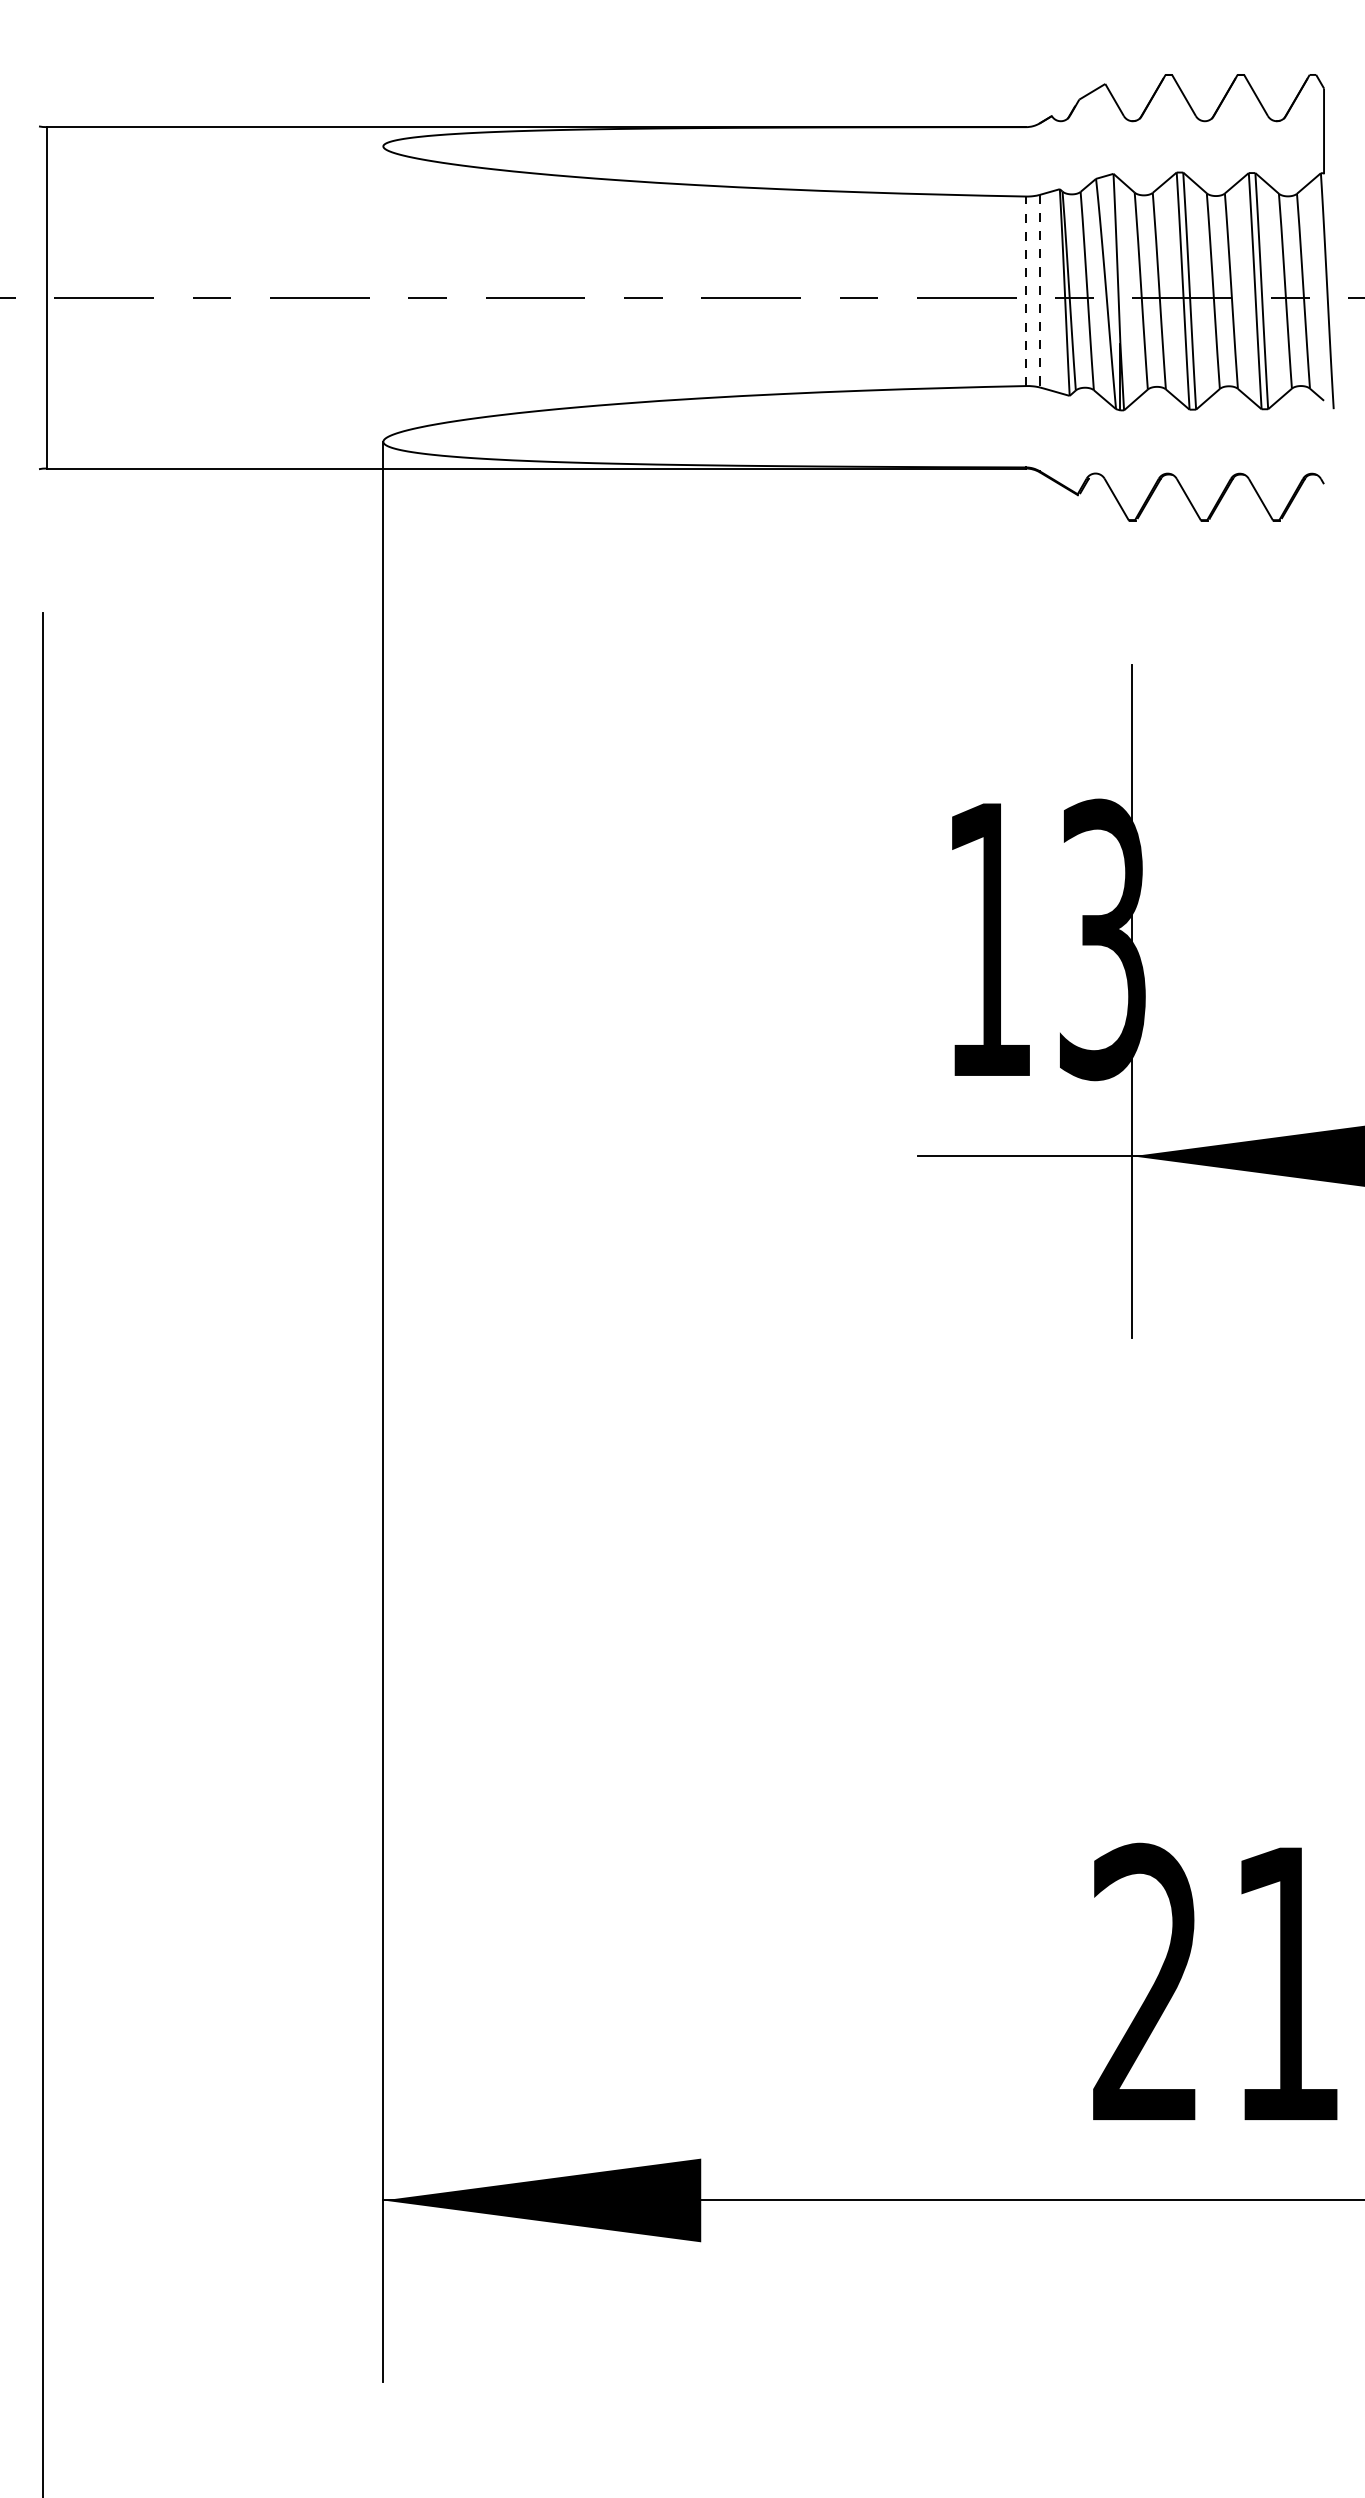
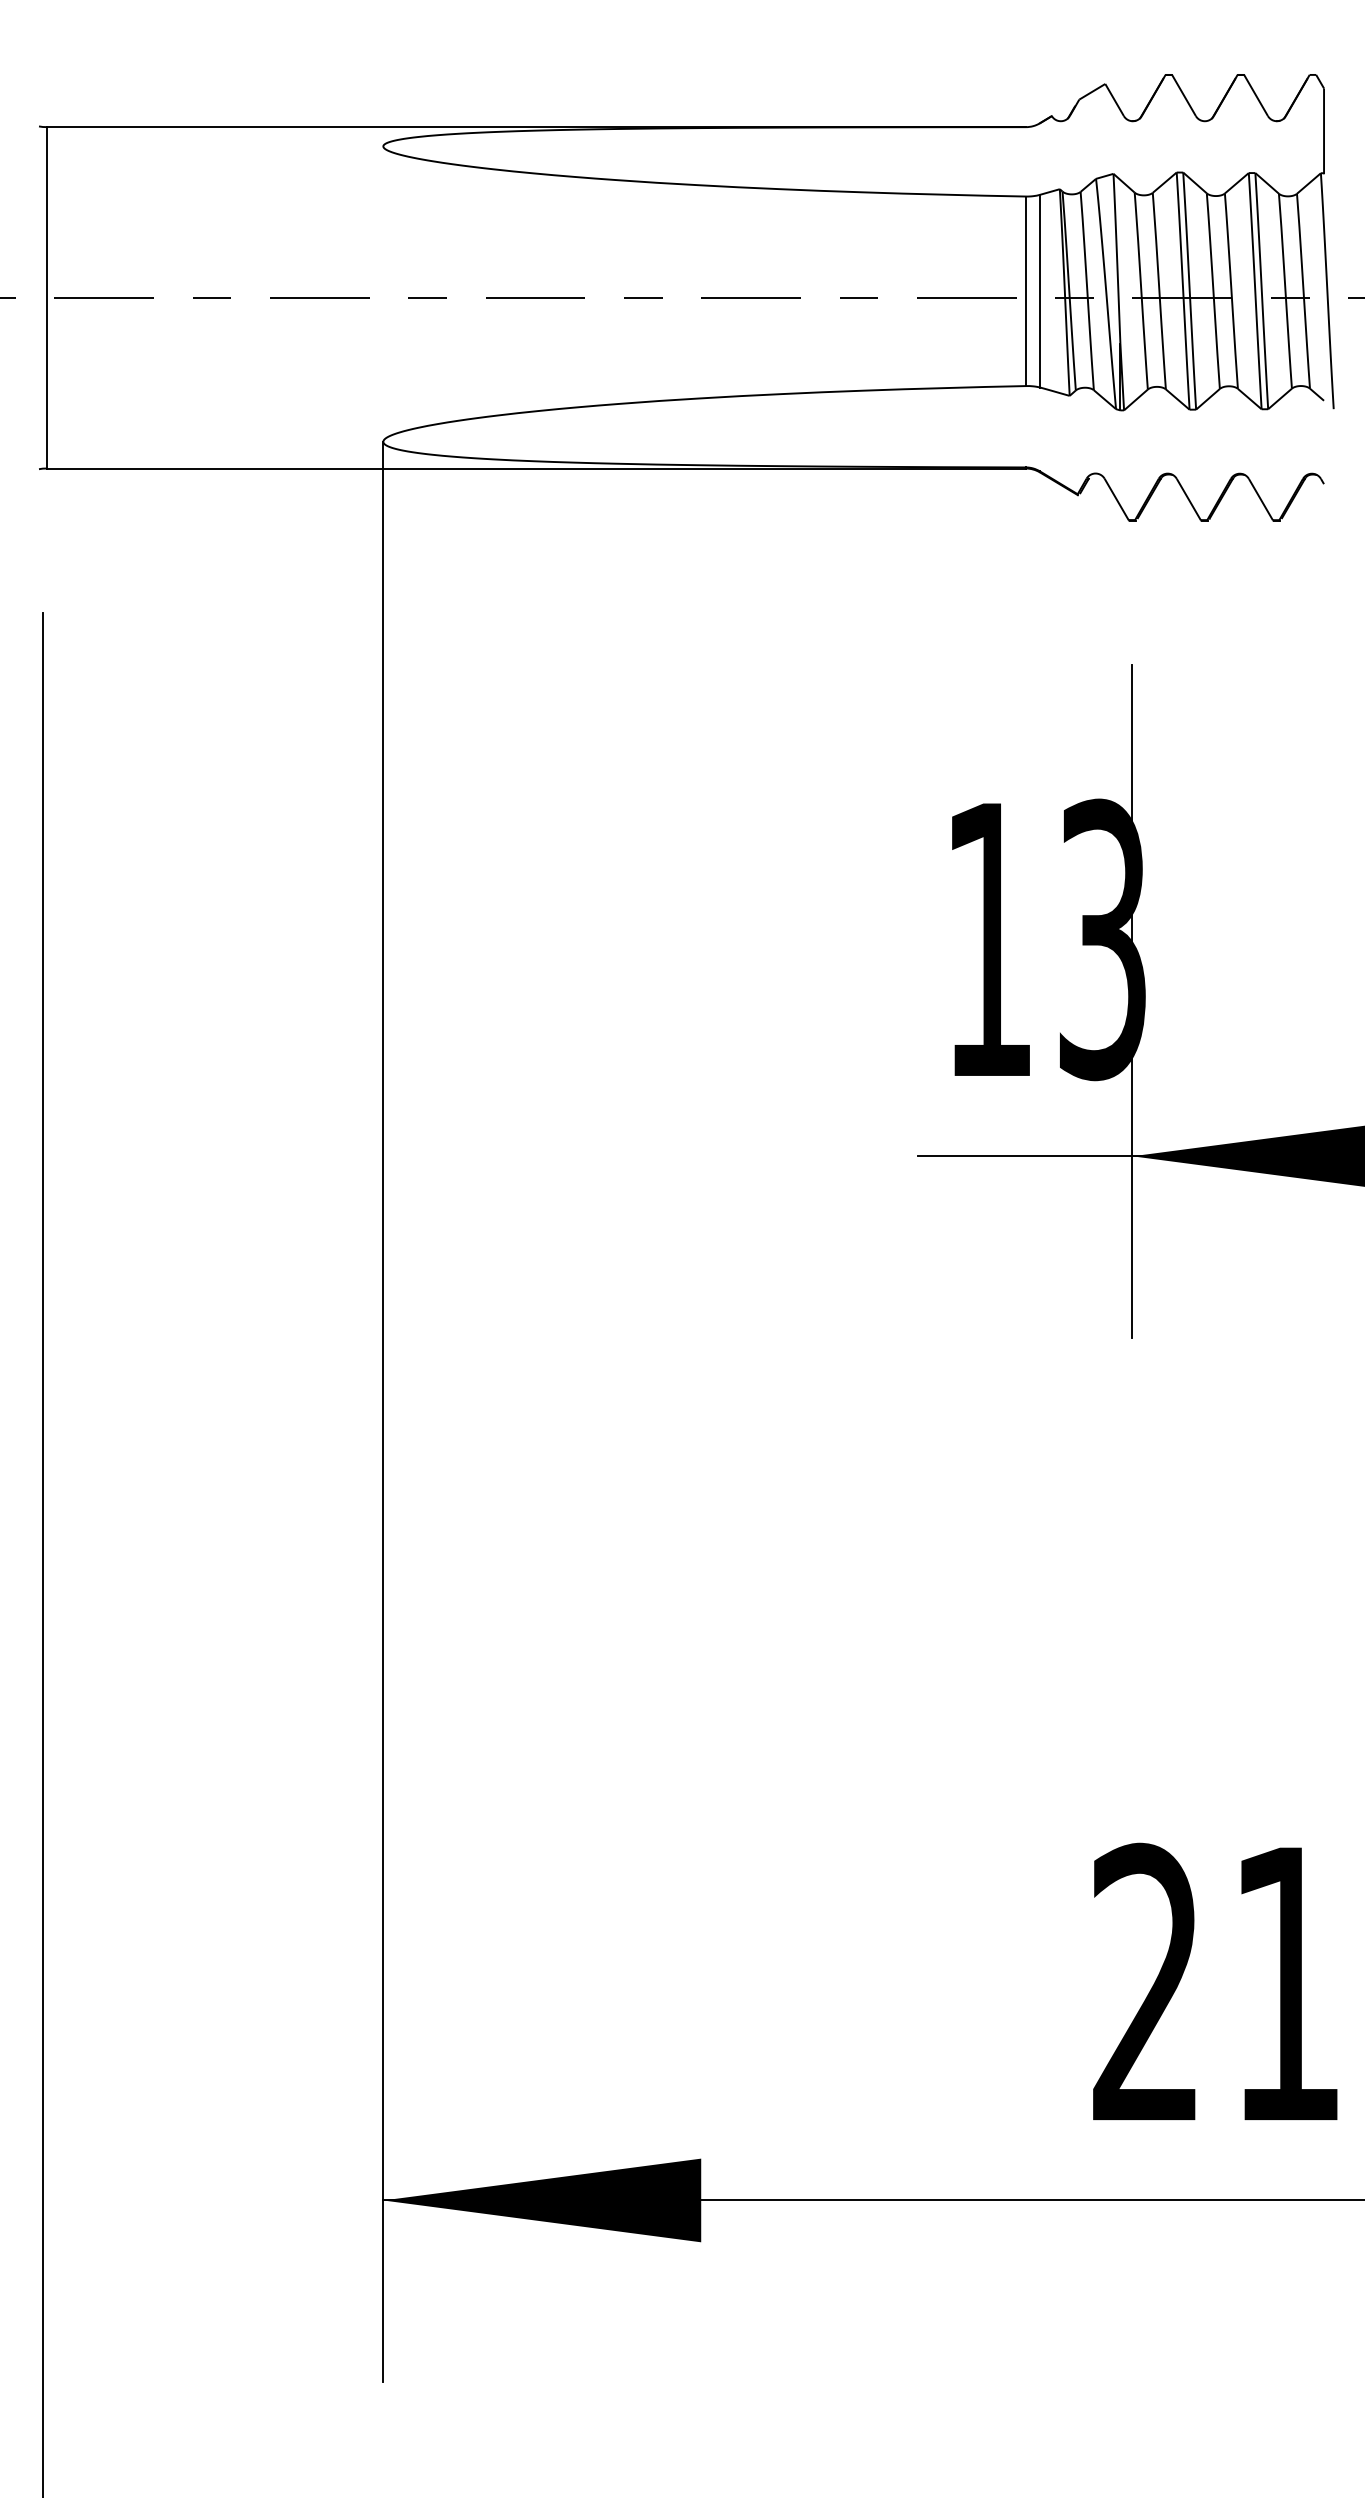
line at (1025, 291): dashed -> solid
line at (1040, 291): dashed -> solid
